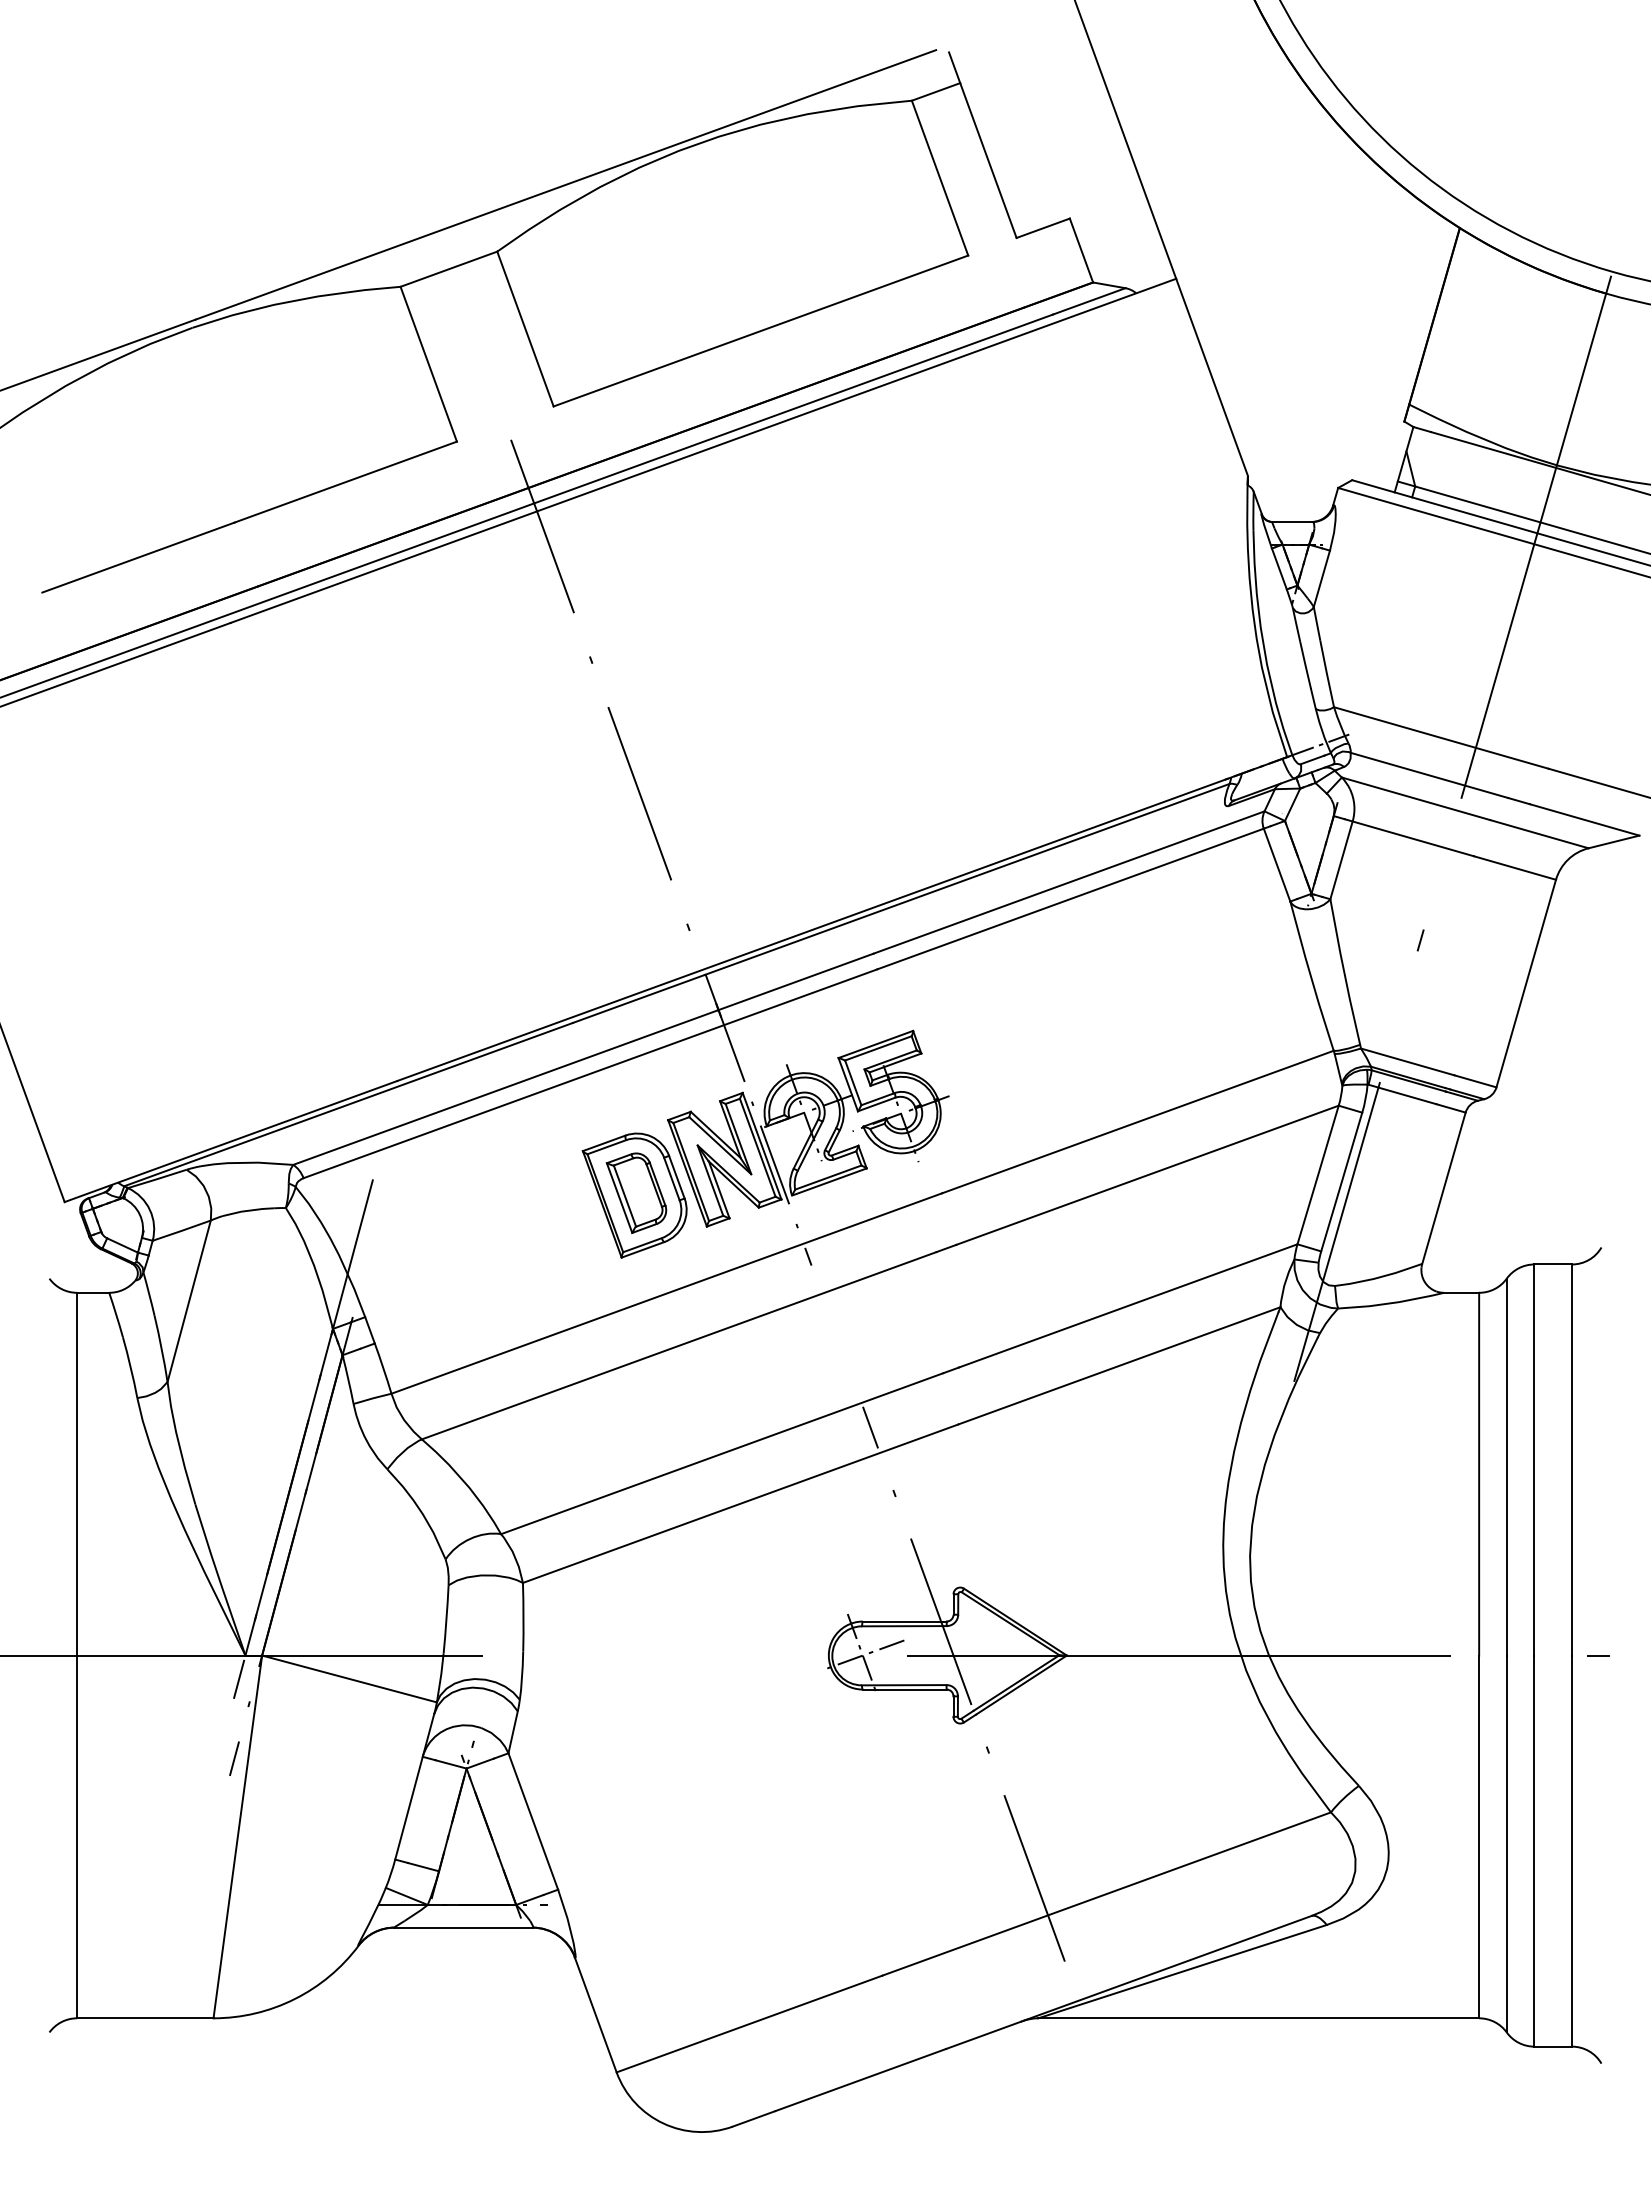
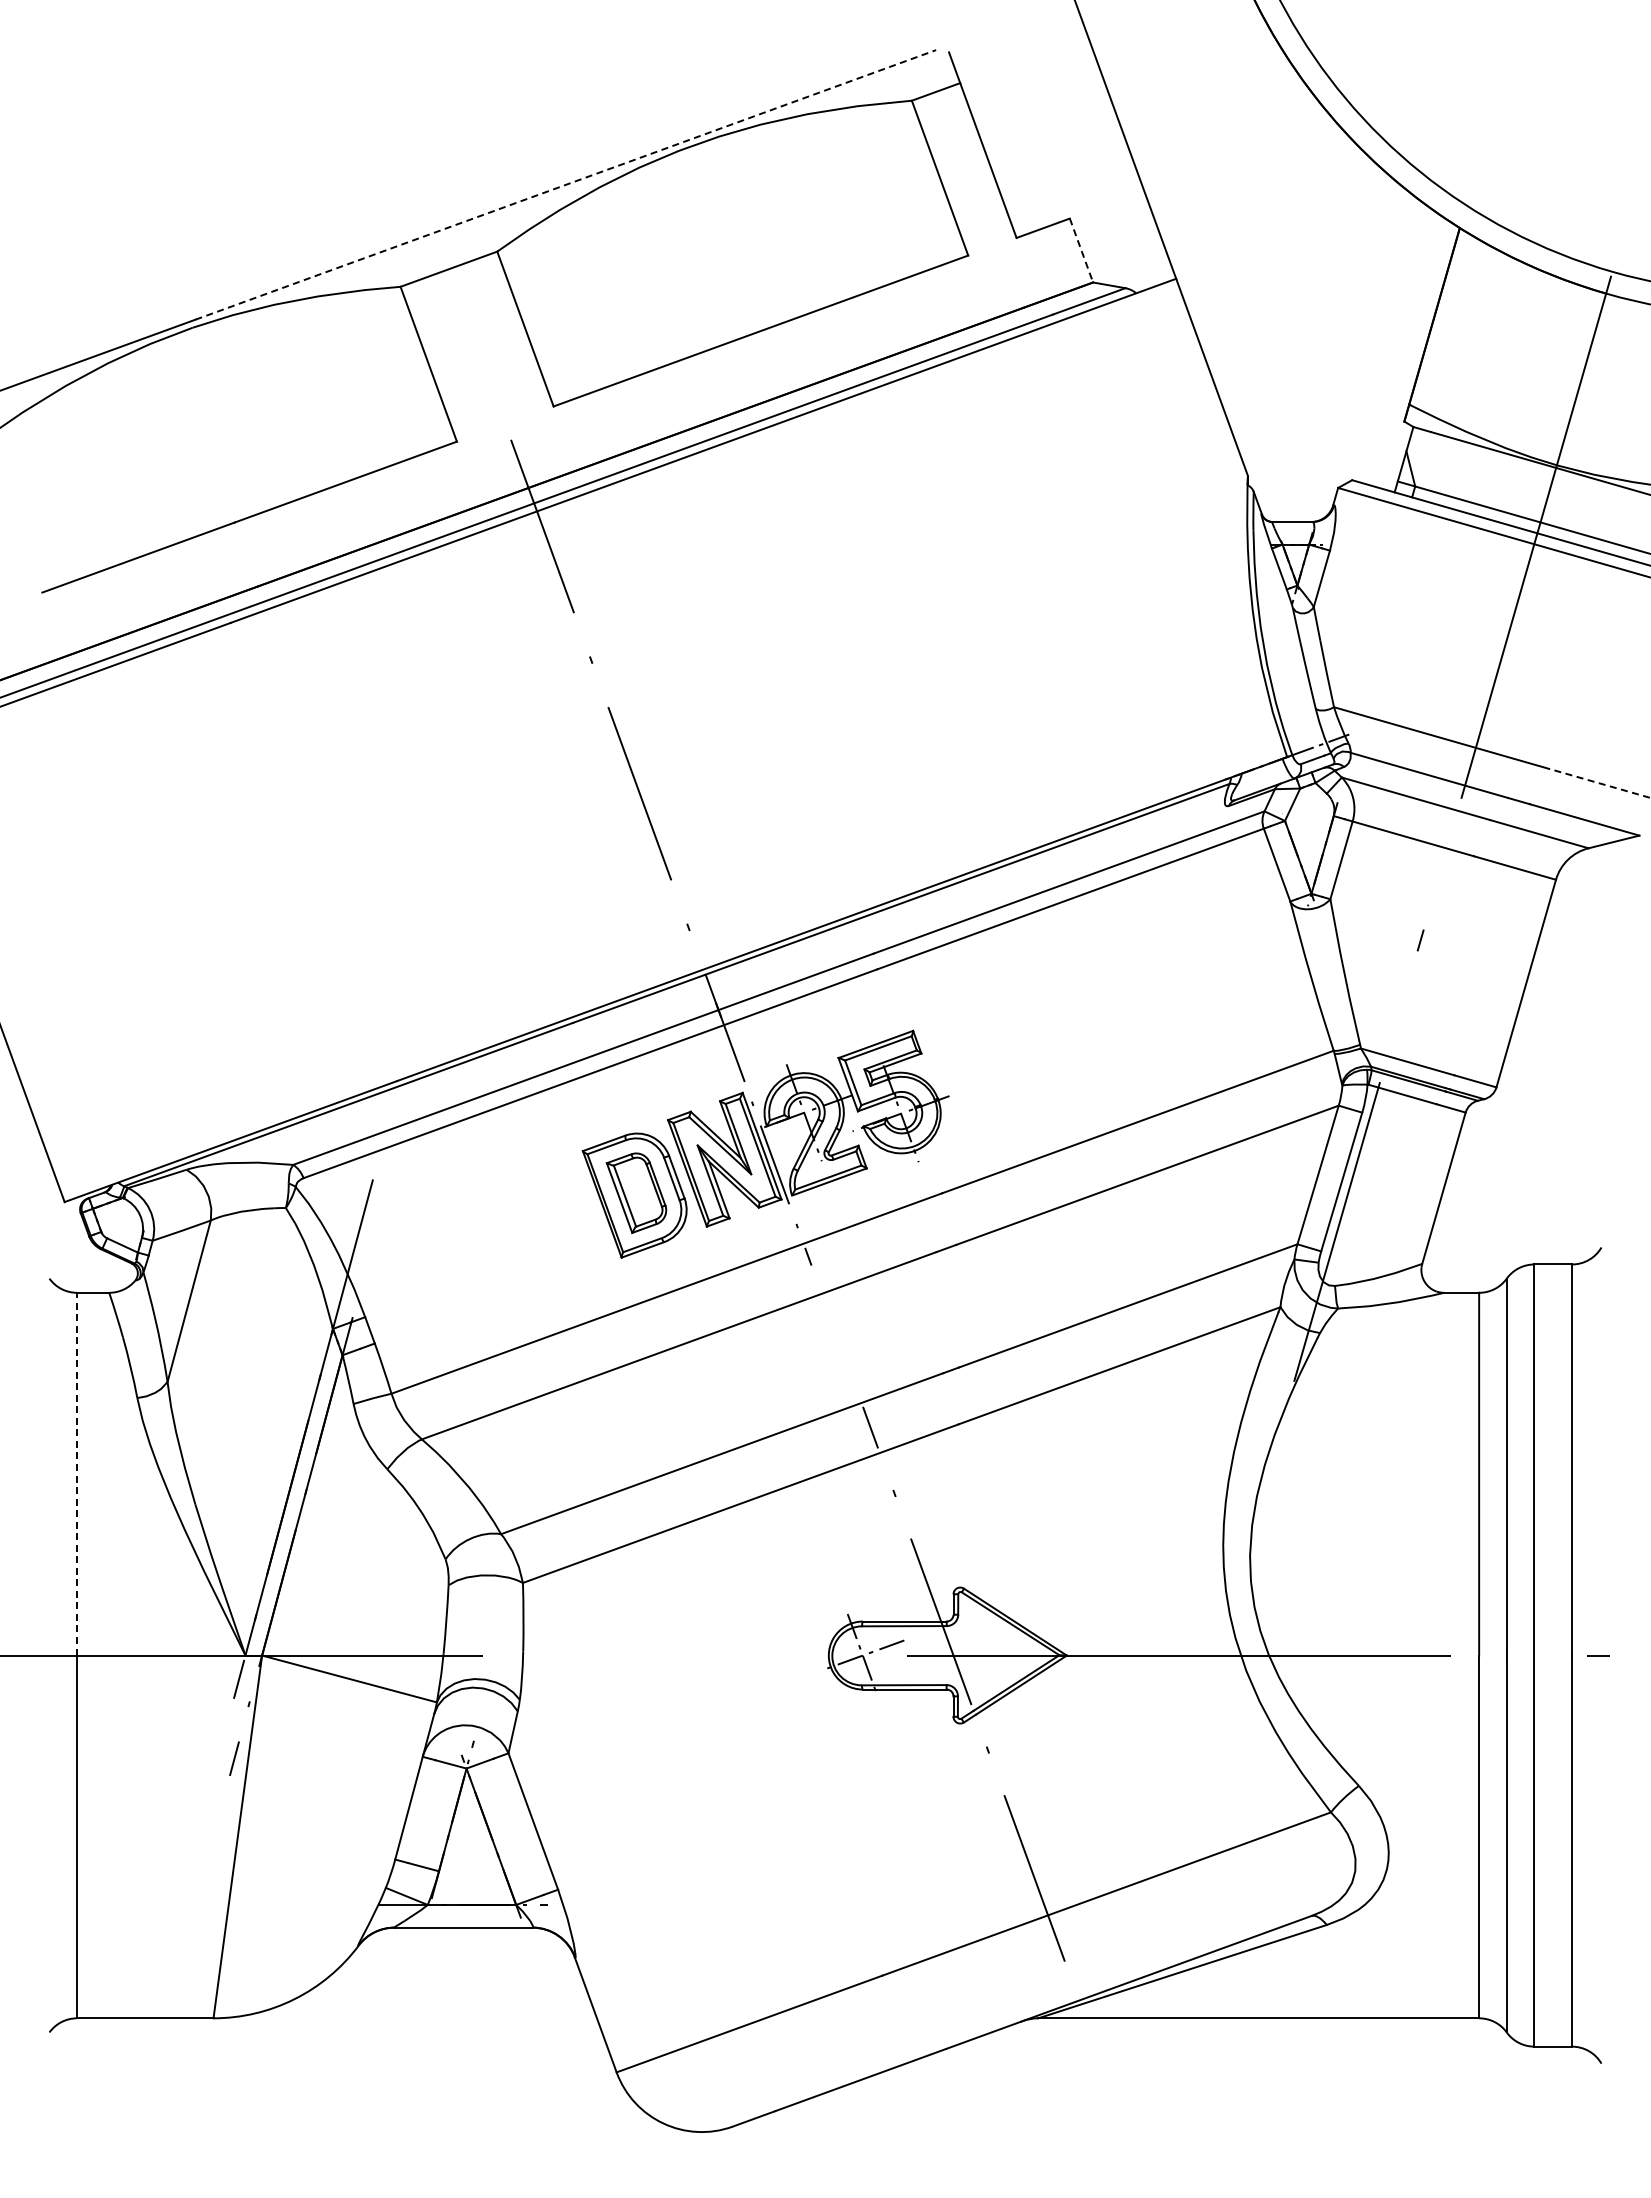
line at (566, 184): solid -> dashed
line at (1081, 251): solid -> dashed
line at (1599, 783): solid -> dashed
line at (77, 1473): solid -> dashed
